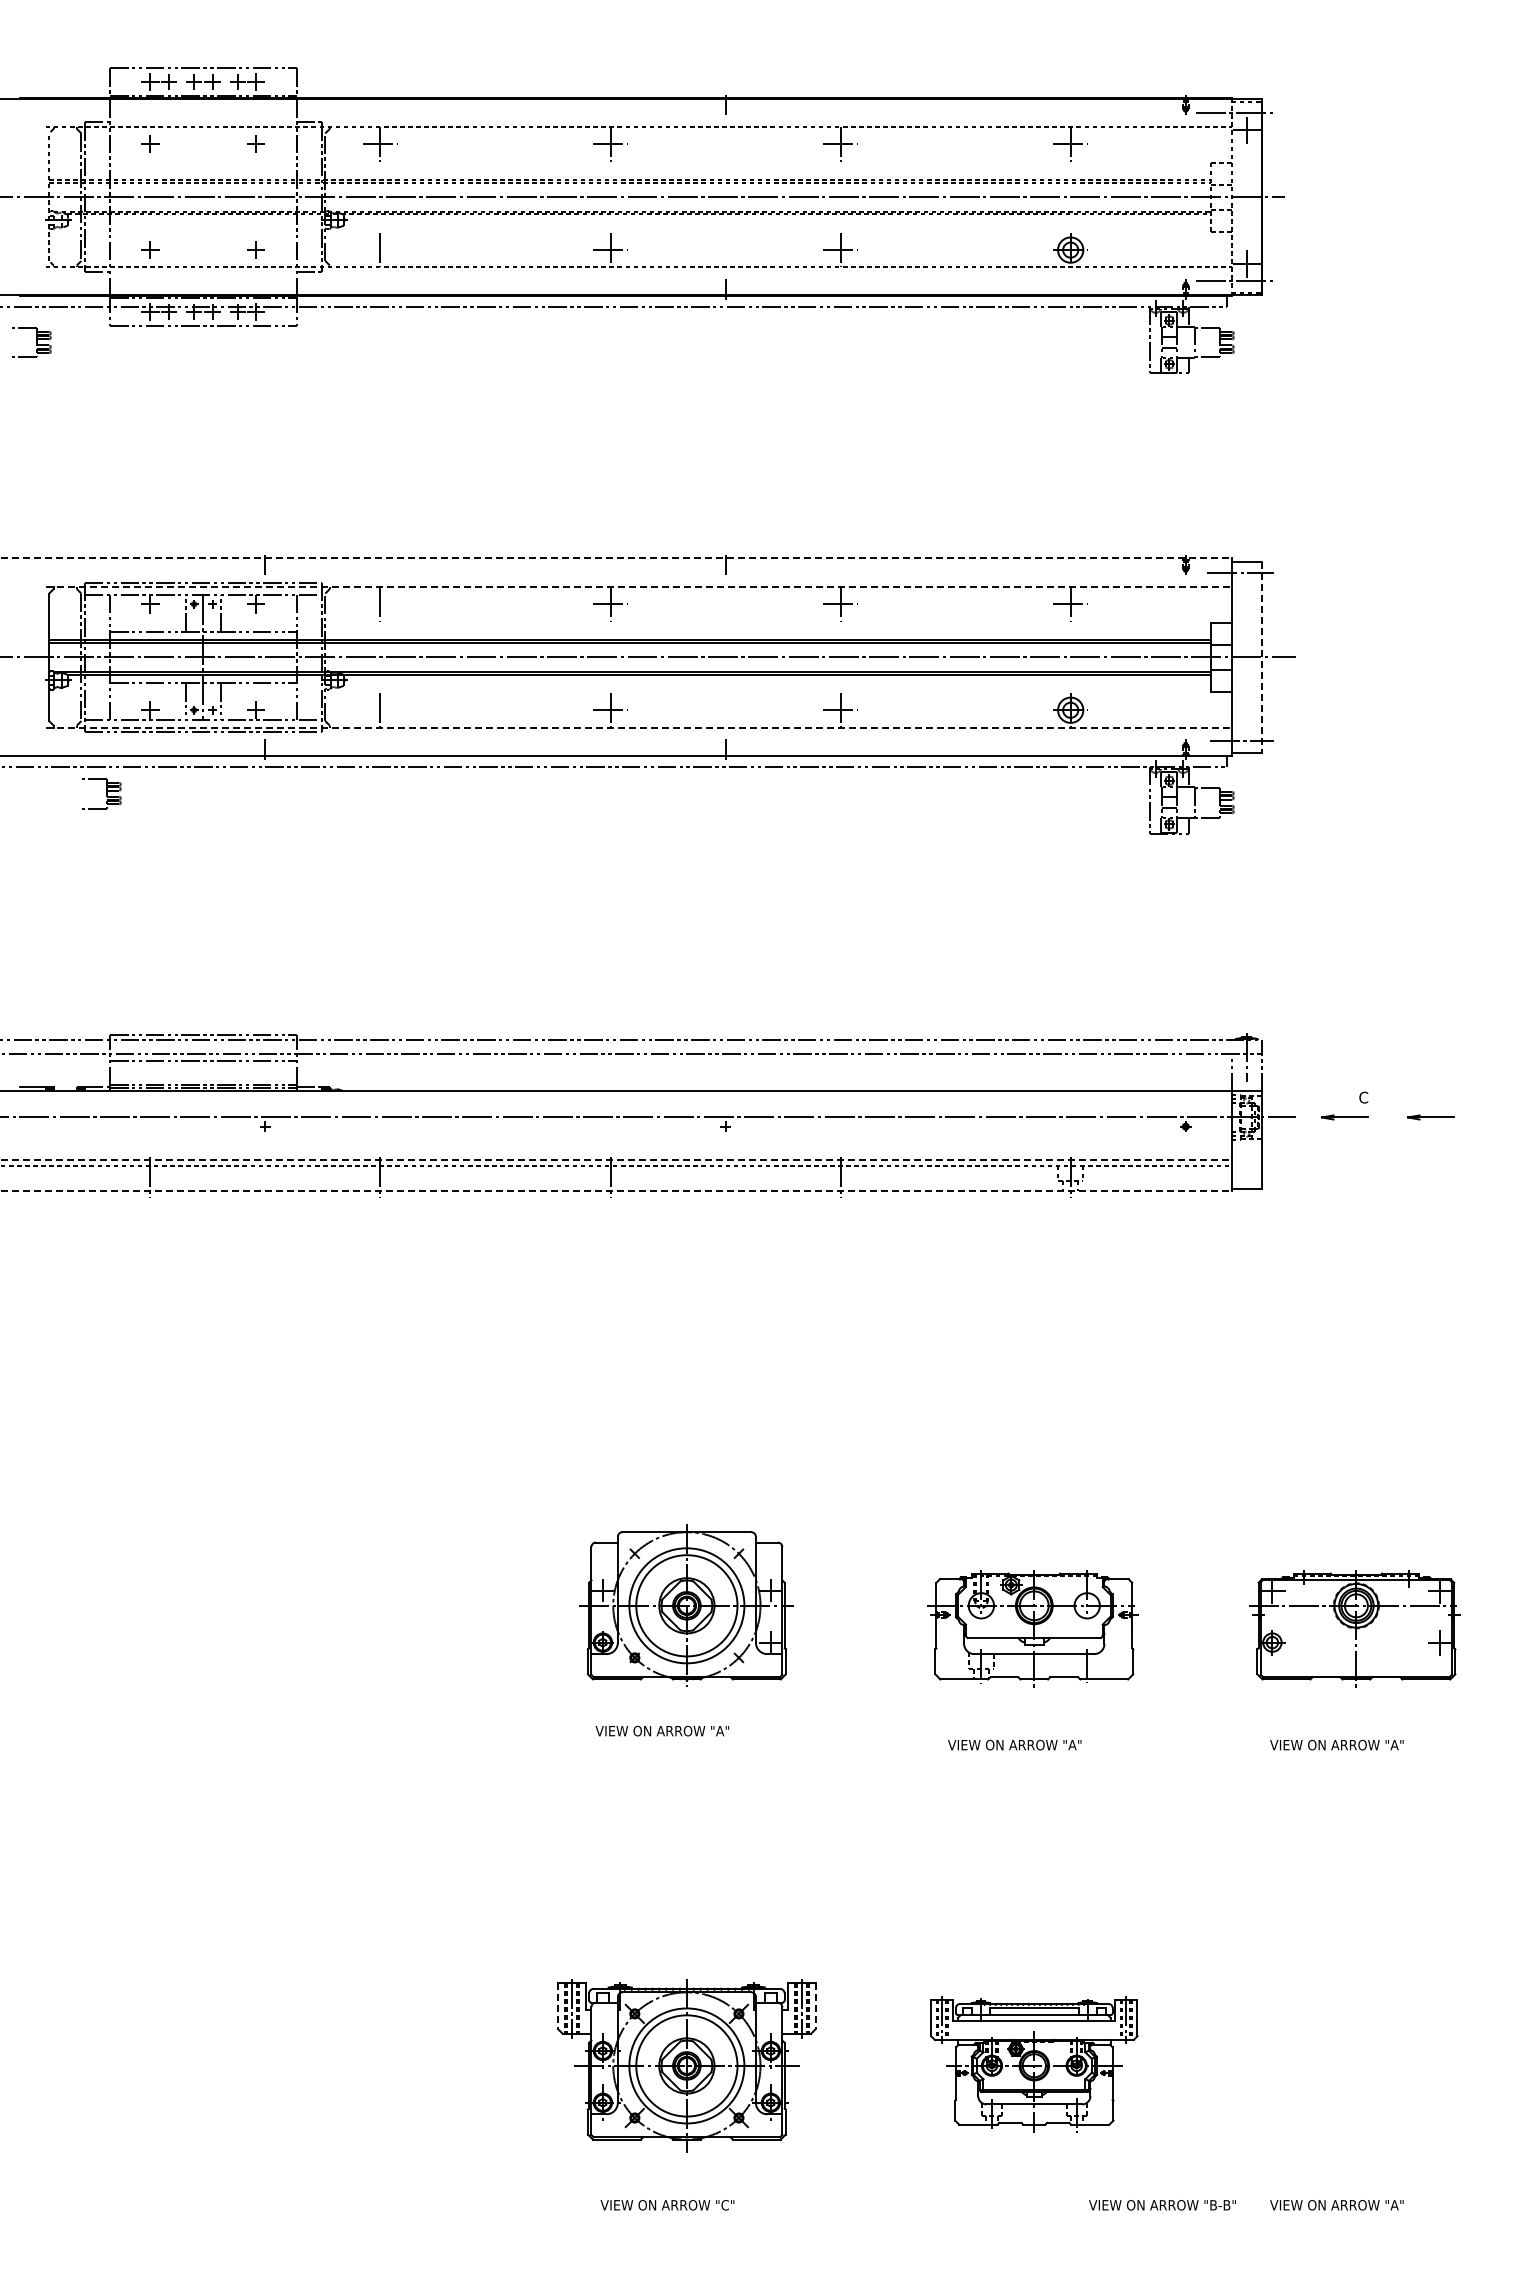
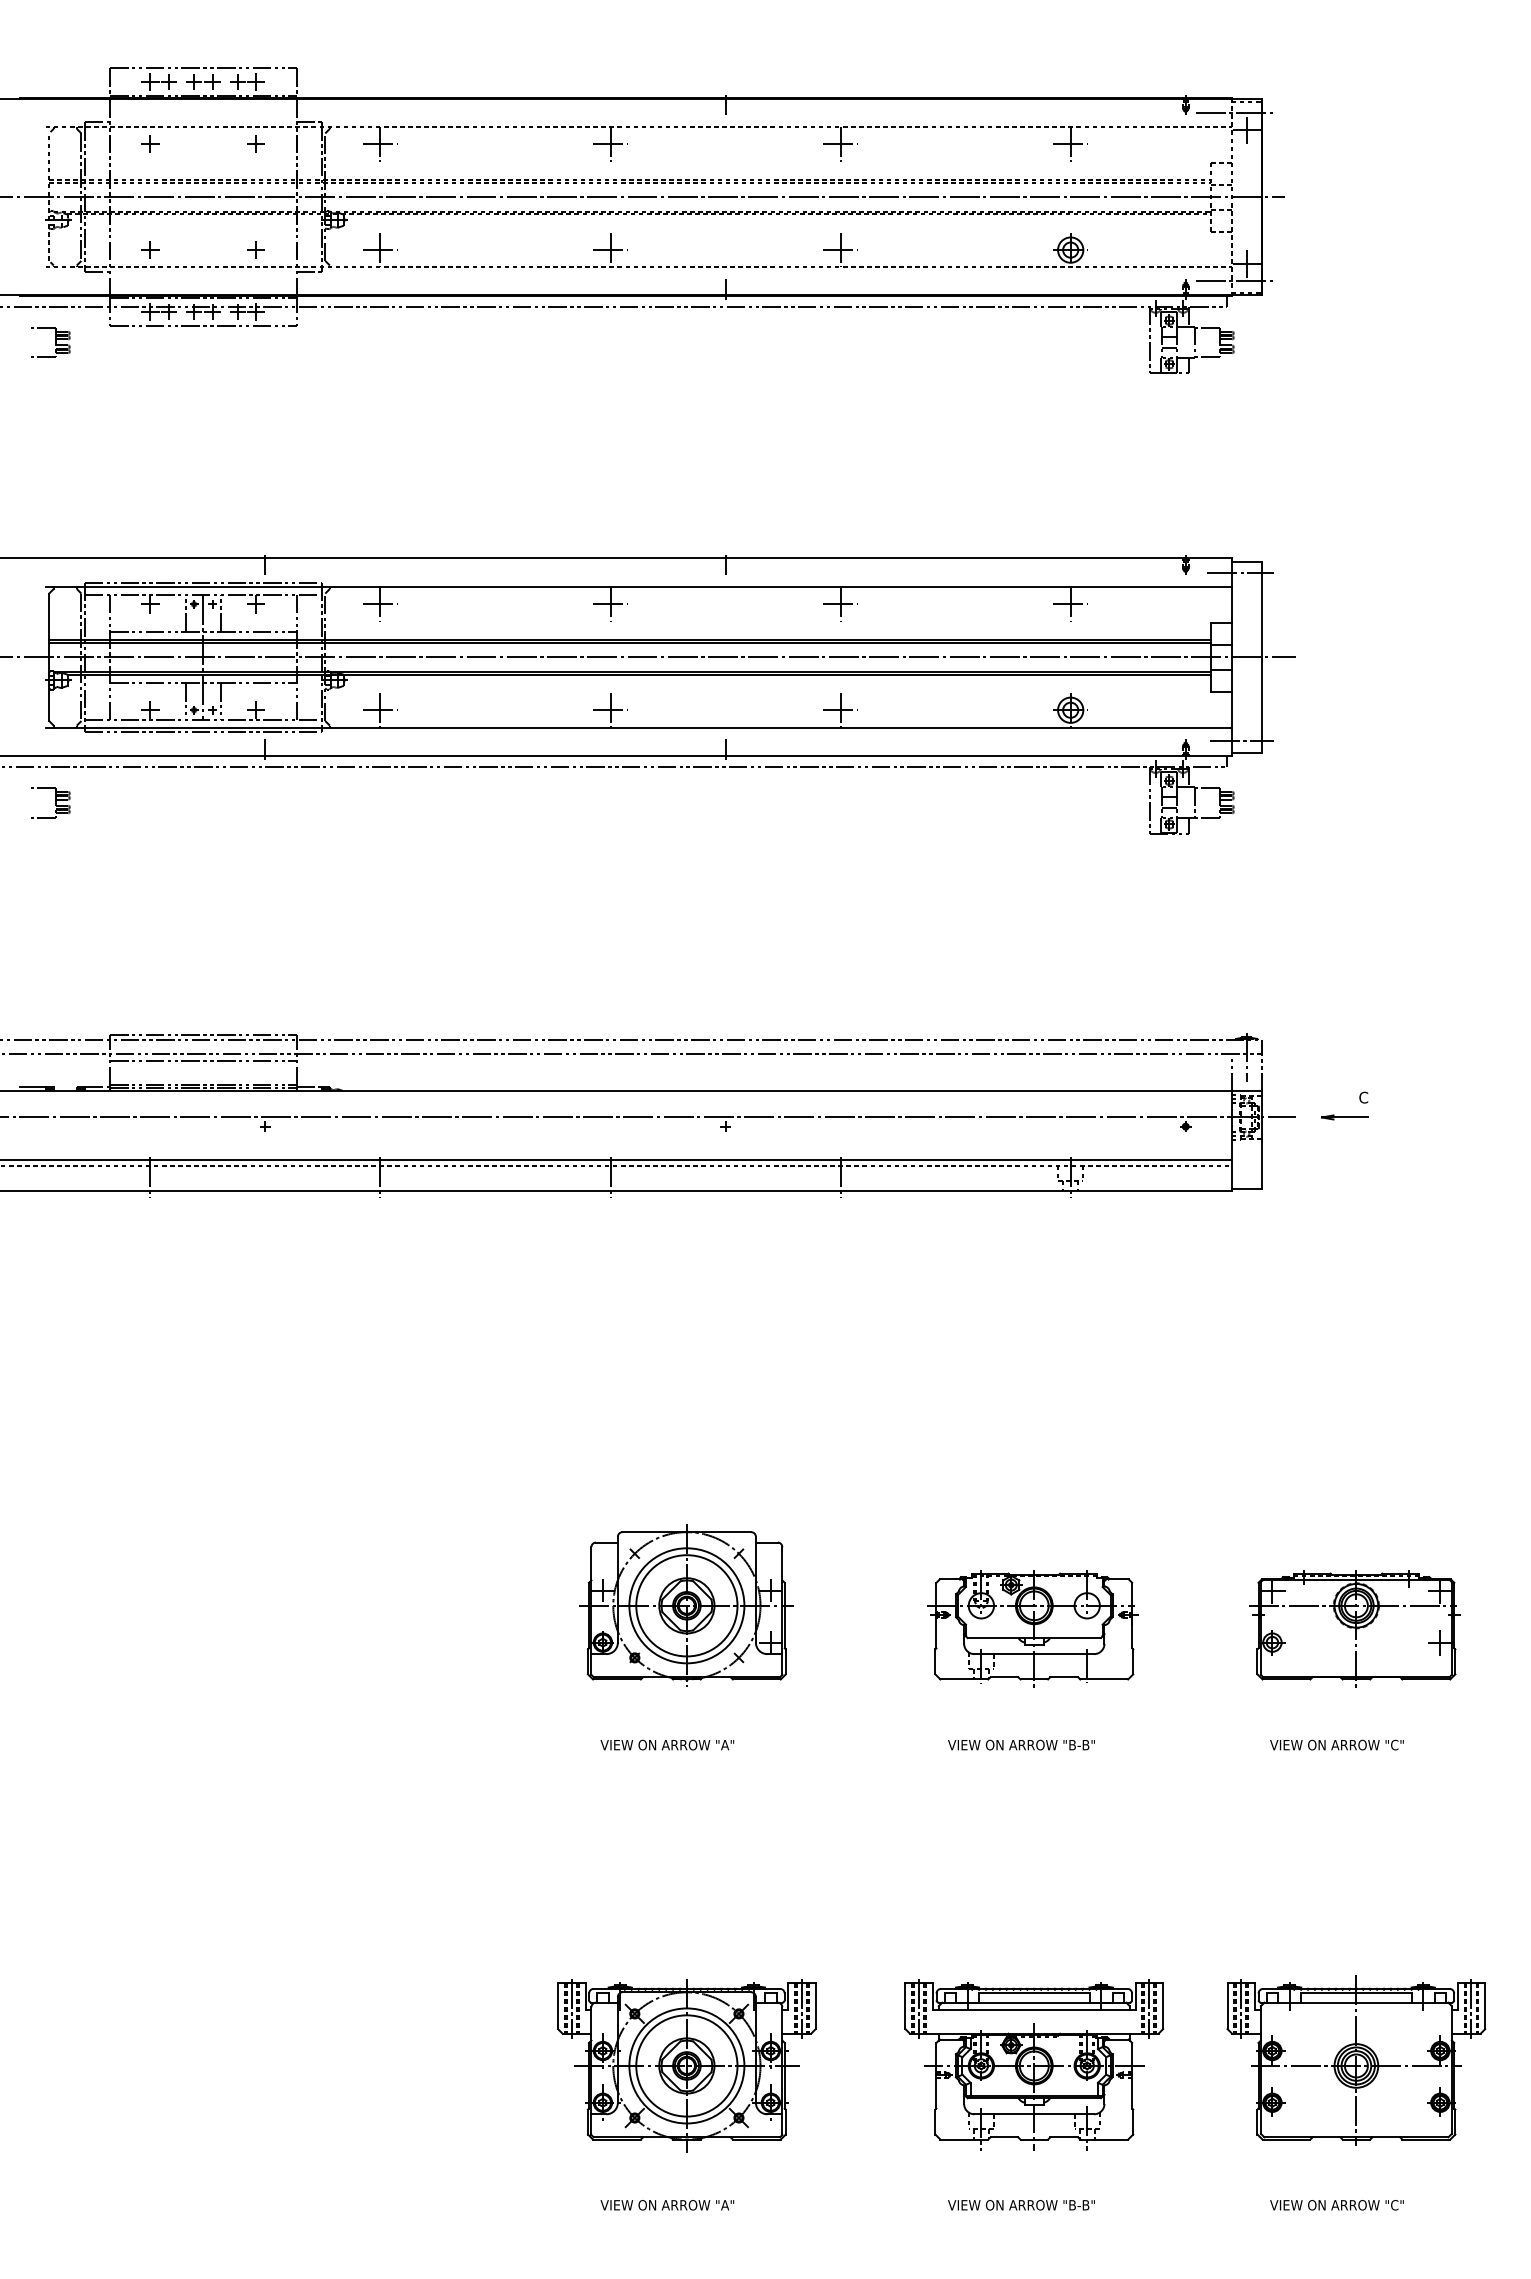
line at (380, 250): none -> present
part at (31, 342) position: (31, 342) -> (50, 342)
line at (615, 558): dashed -> solid
line at (639, 587): dashed -> solid
line at (380, 604): none -> present
line at (1261, 657): dashed -> solid
line at (380, 710): none -> present
line at (639, 727): dashed -> solid
part at (101, 793) position: (101, 793) -> (50, 802)
part at (1430, 1117): present -> none
line at (615, 1160): dashed -> solid
line at (615, 1191): dashed -> solid
text at (662, 1730) position: (662, 1730) -> (667, 1744)
text at (1396, 1744): VIEW ON ARROW "A" -> VIEW ON ARROW "C"
text at (1081, 1745): VIEW ON ARROW "A" -> VIEW ON ARROW "B-B"
line at (558, 2006): dashed -> solid
line at (815, 2006): dashed -> solid
part at (1356, 2060): none -> present
part at (1034, 2064) size: 209x137 px -> 261x172 px
text at (727, 2205): VIEW ON ARROW "C" -> VIEW ON ARROW "A"
text at (1162, 2205) position: (1162, 2205) -> (1021, 2205)
text at (1396, 2205): VIEW ON ARROW "A" -> VIEW ON ARROW "C"
